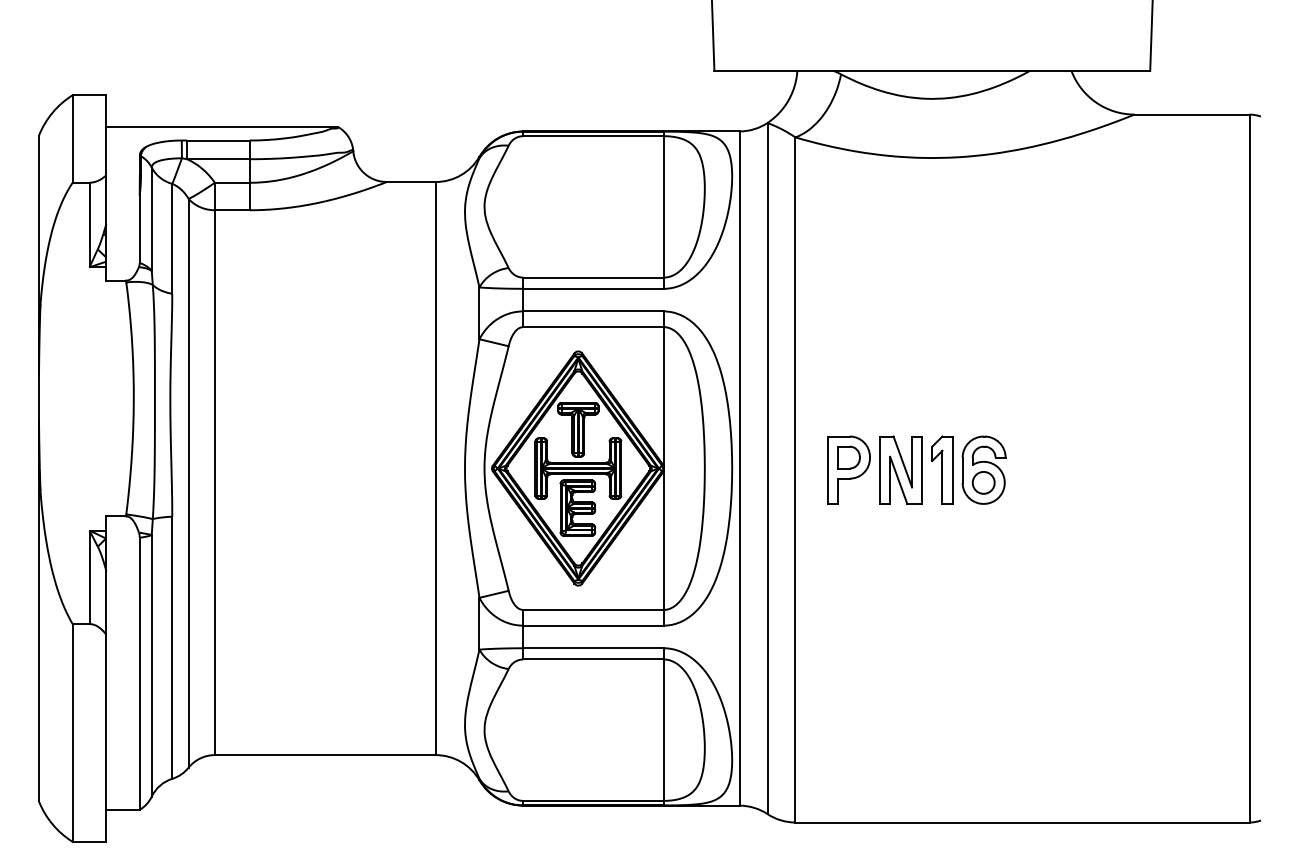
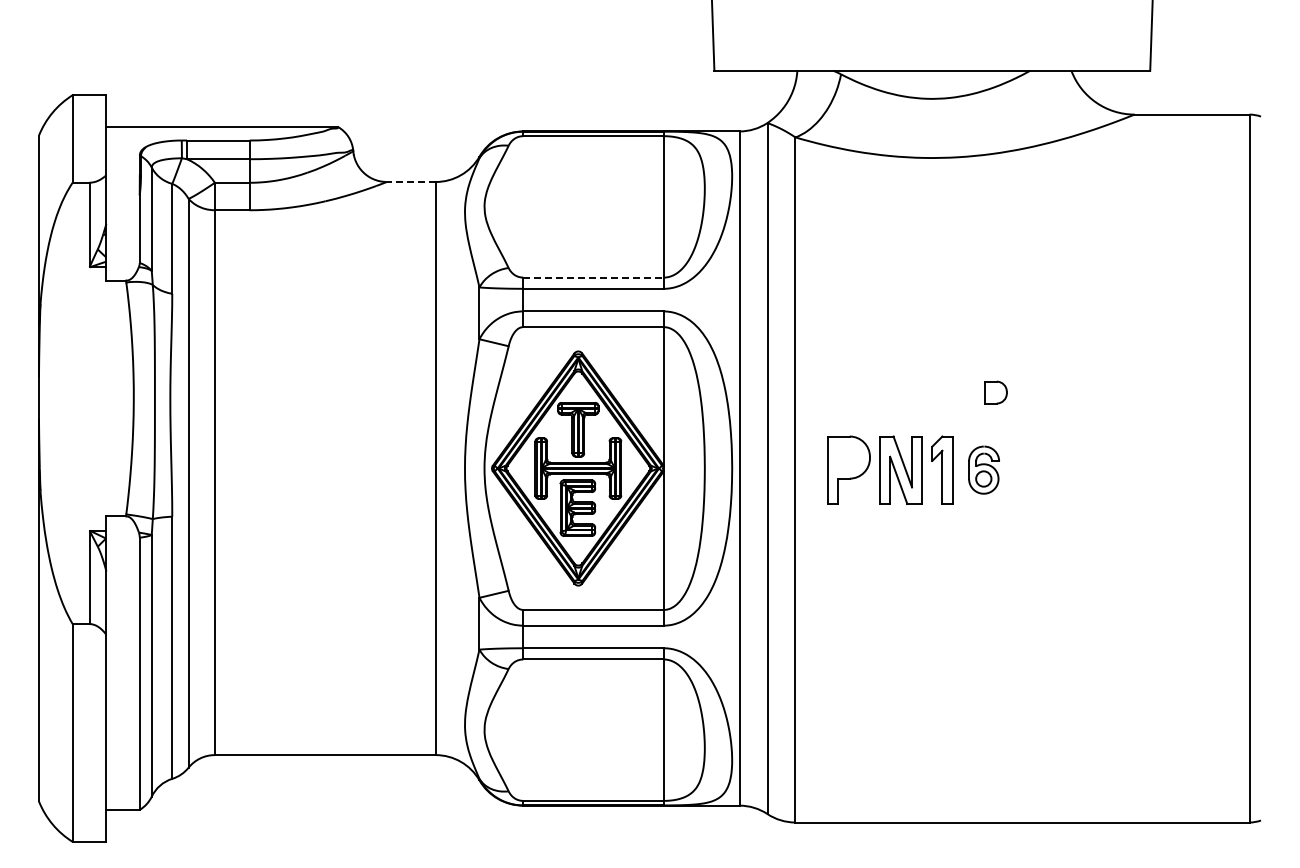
line at (410, 182): solid -> dashed
line at (594, 277): solid -> dashed
part at (848, 457) position: (848, 457) -> (995, 392)
part at (983, 469) size: 46x70 px -> 32x50 px
